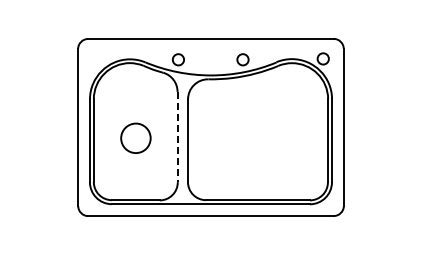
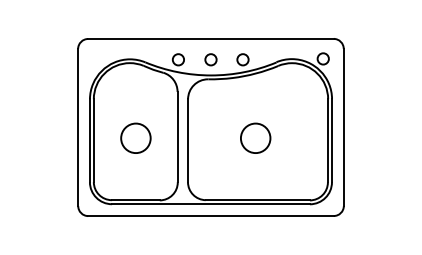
part at (210, 59): none -> present
line at (177, 137): dashed -> solid
part at (255, 137): none -> present
